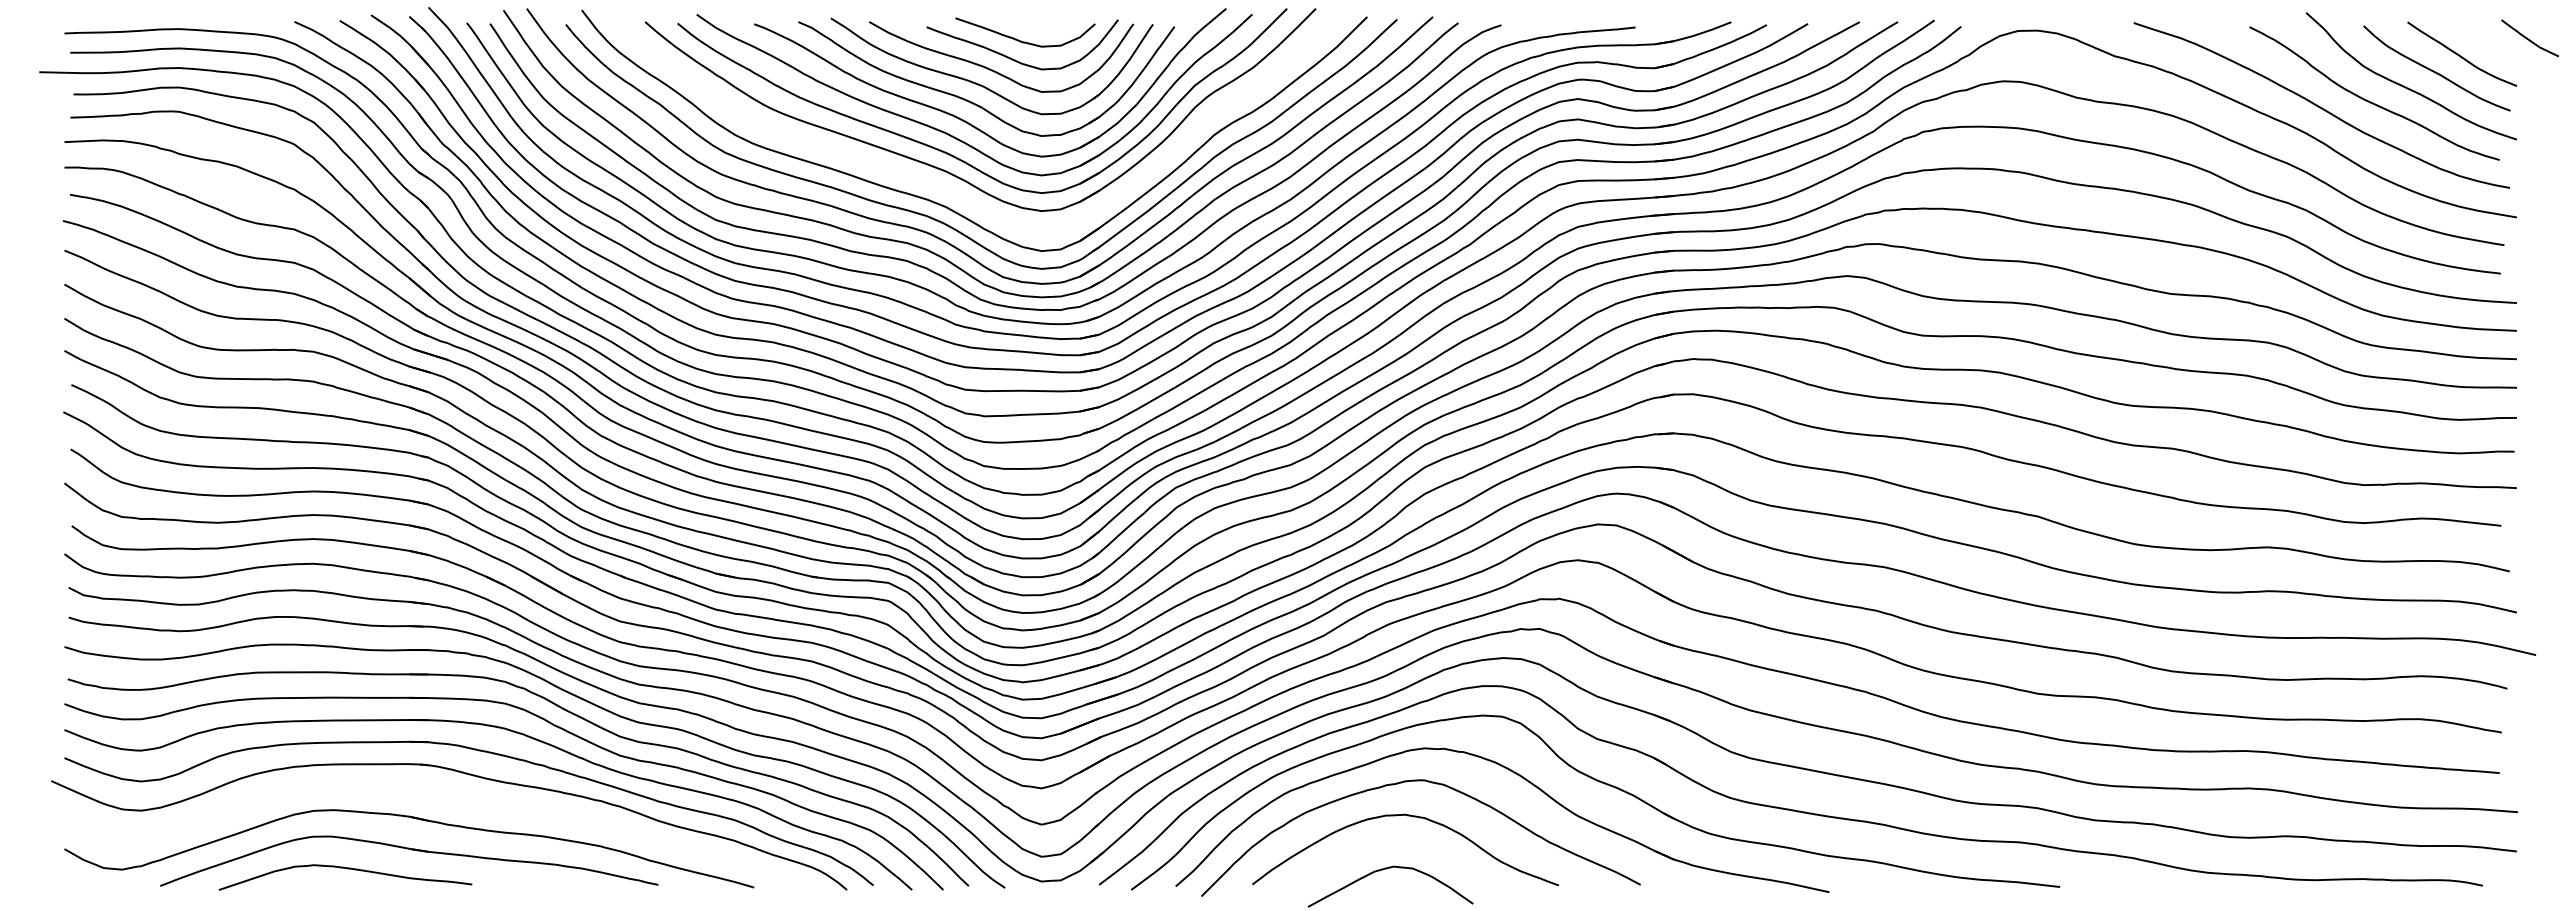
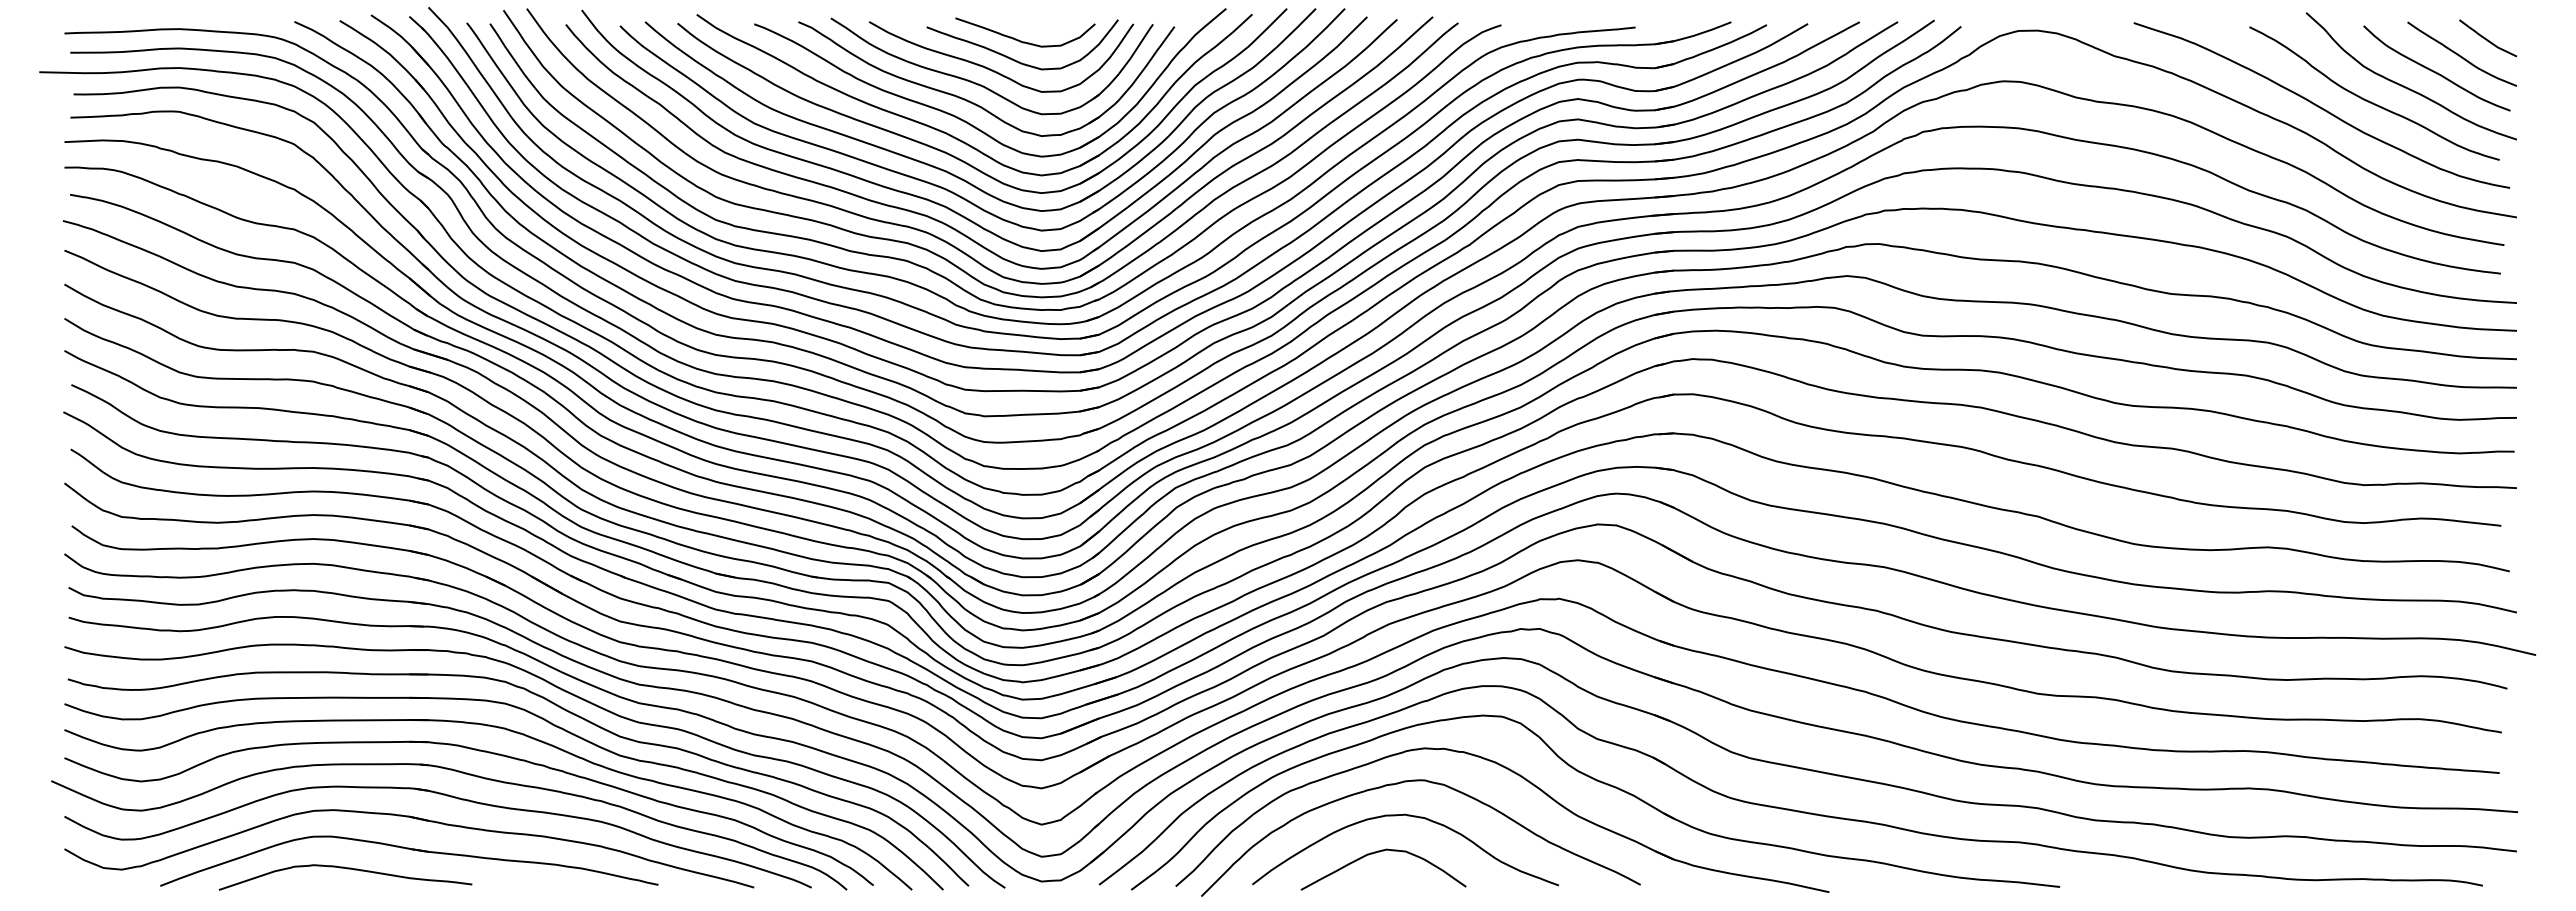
curve at (2530, 39) position: (2530, 39) -> (2488, 39)
part at (948, 189): none -> present
part at (450, 797): none -> present
curve at (1386, 869) position: (1386, 869) -> (1379, 852)
